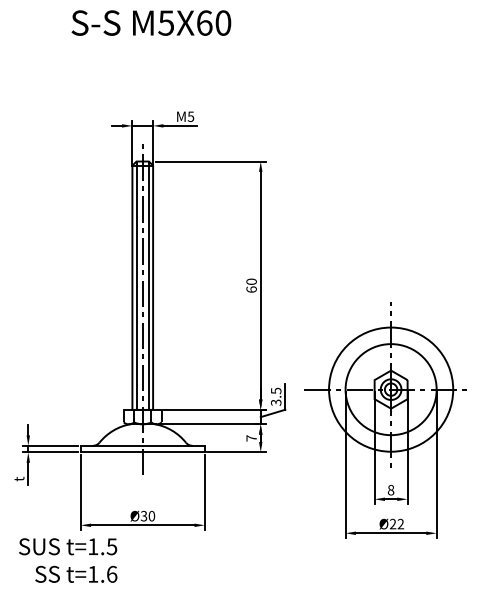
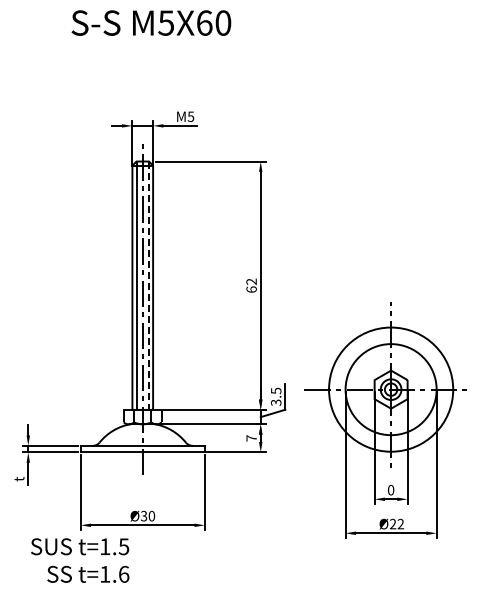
text at (251, 281): 60 -> 62
line at (148, 286): solid -> dashed
text at (390, 490): 8 -> 0
text at (68, 560) position: (68, 560) -> (80, 560)
